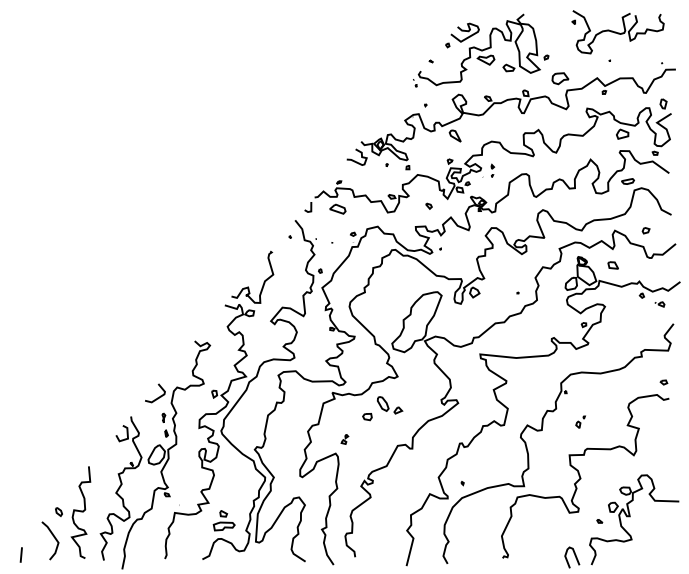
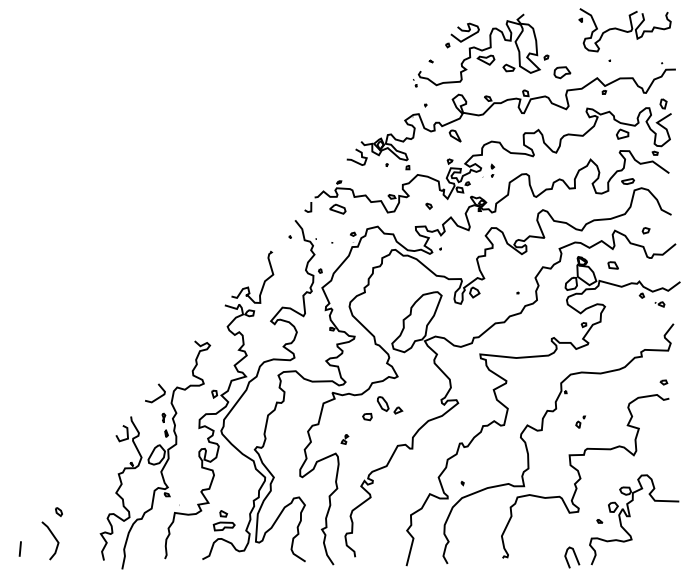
part at (617, 32) position: (617, 32) -> (624, 30)
part at (560, 78) position: (560, 78) -> (562, 72)
curve at (80, 512): present -> none
line at (20, 554) position: (20, 554) -> (19, 548)
